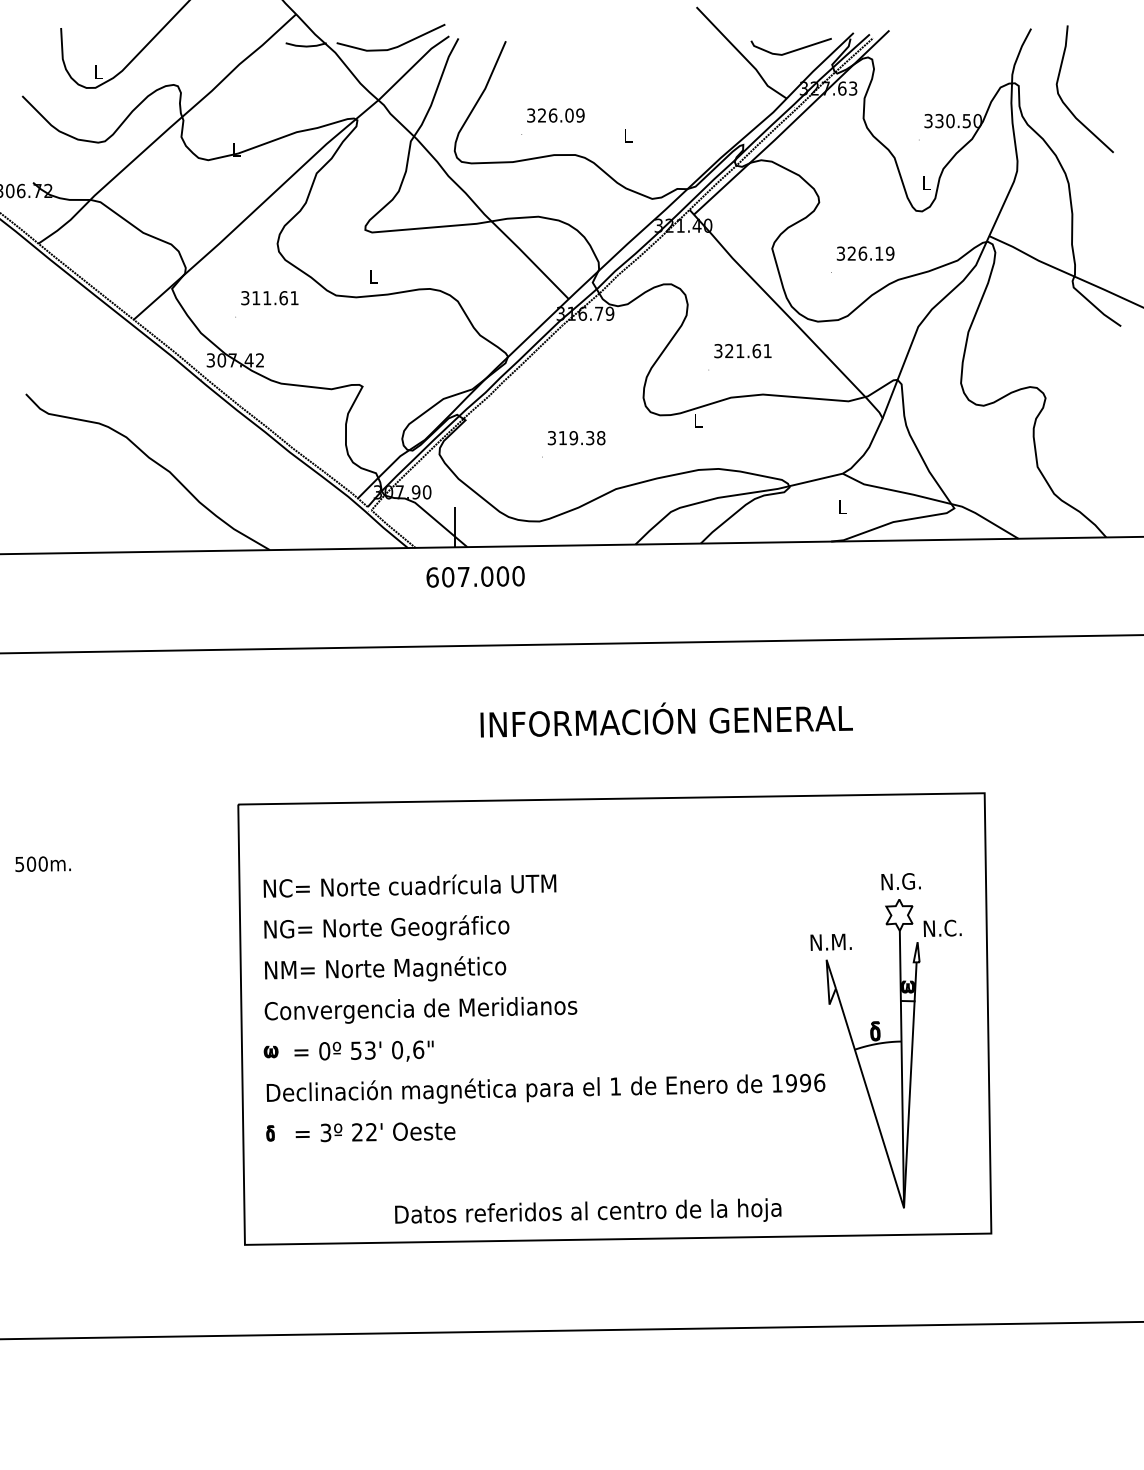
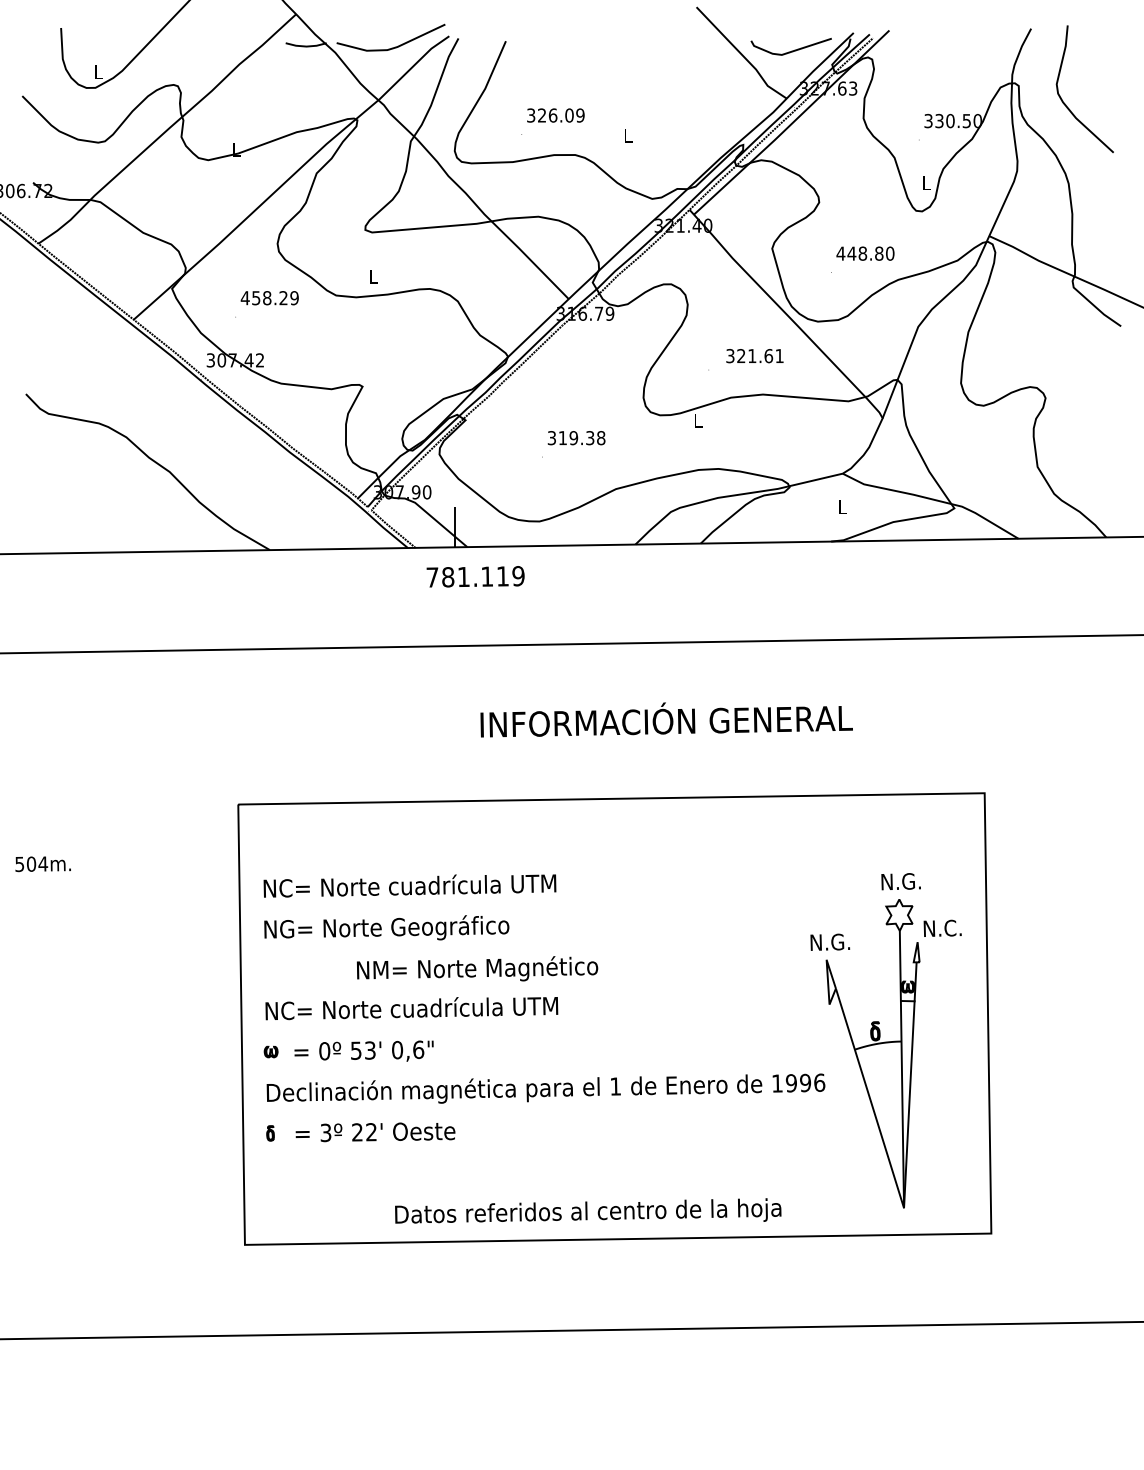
text at (865, 253): 326.19 -> 448.80
text at (269, 298): 311.61 -> 458.29
text at (742, 351) position: (742, 351) -> (754, 356)
text at (475, 576): 607.000 -> 781.119
text at (43, 863): 500m. -> 504m.
text at (841, 941): N.M. -> N.G.
text at (385, 968) position: (385, 968) -> (477, 968)
text at (420, 1009): Convergencia de Meridianos -> NC= Norte cuadrícula UTM
